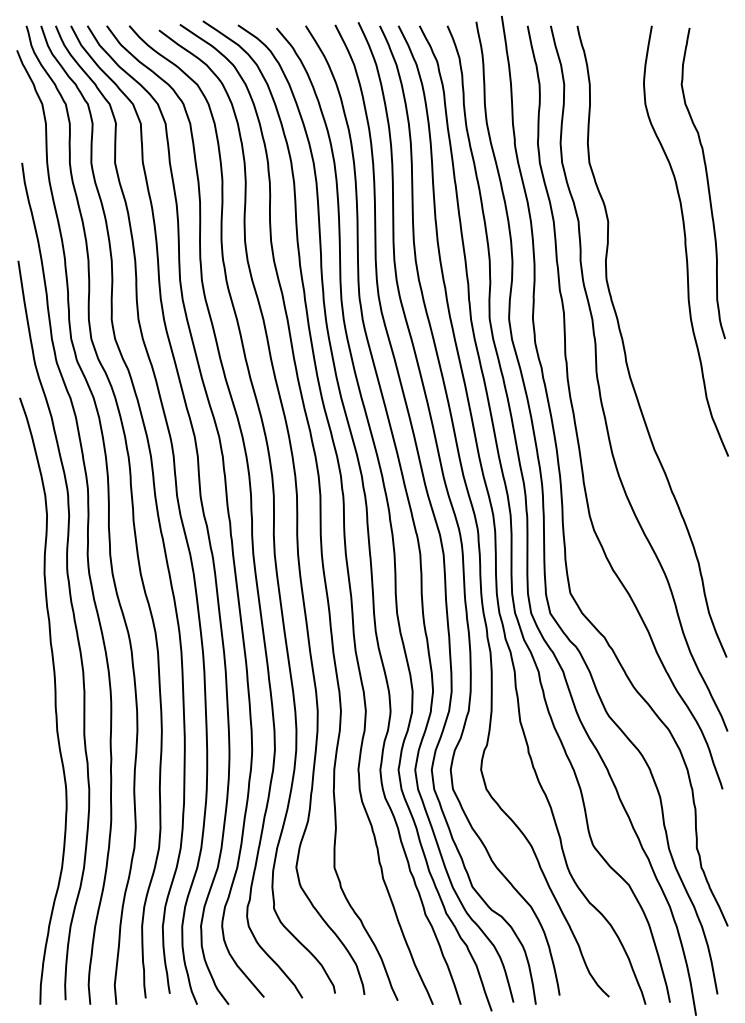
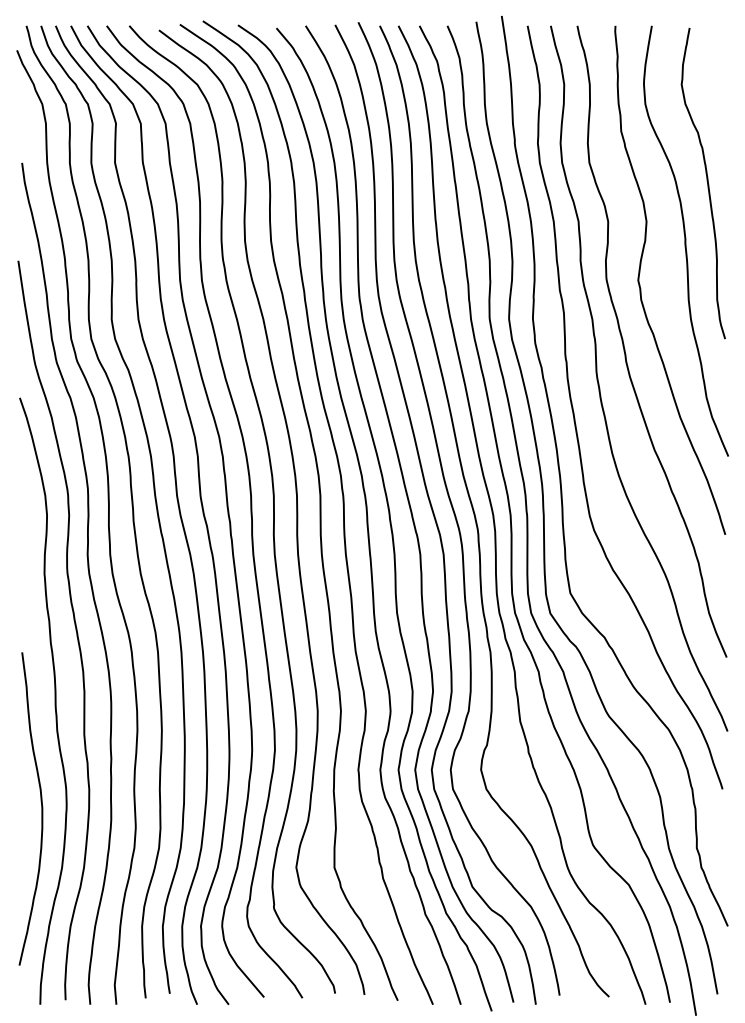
curve at (641, 288): none -> present
curve at (41, 808): none -> present
